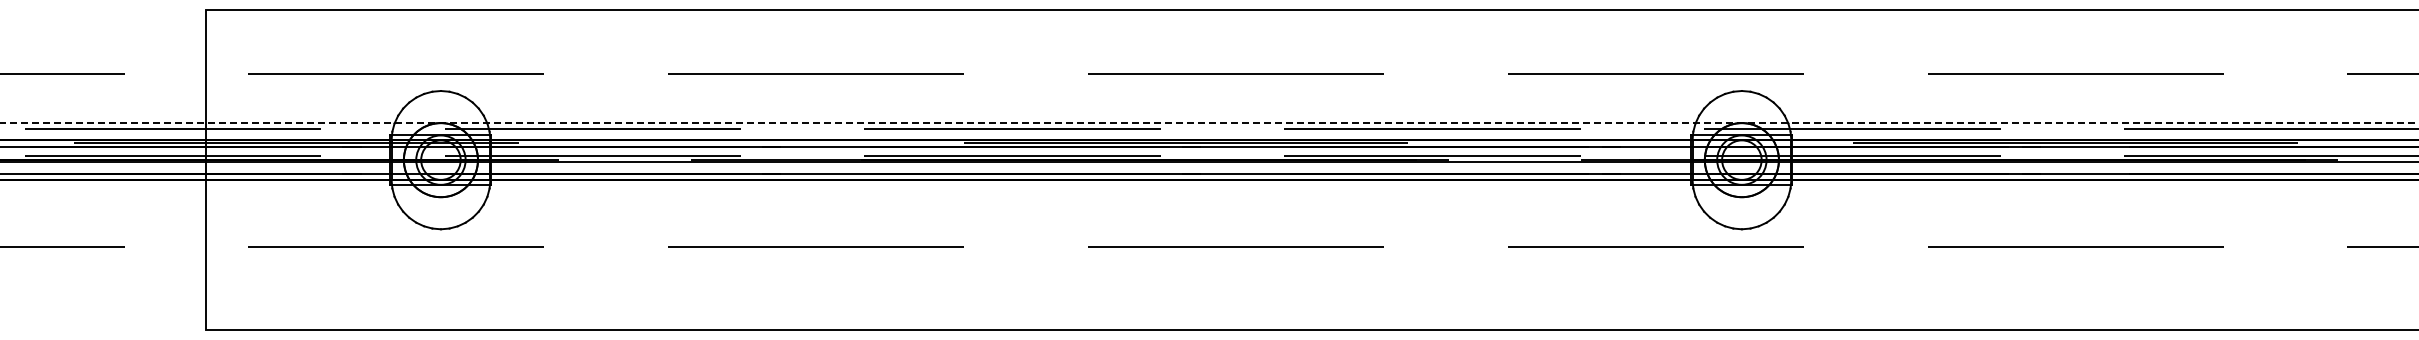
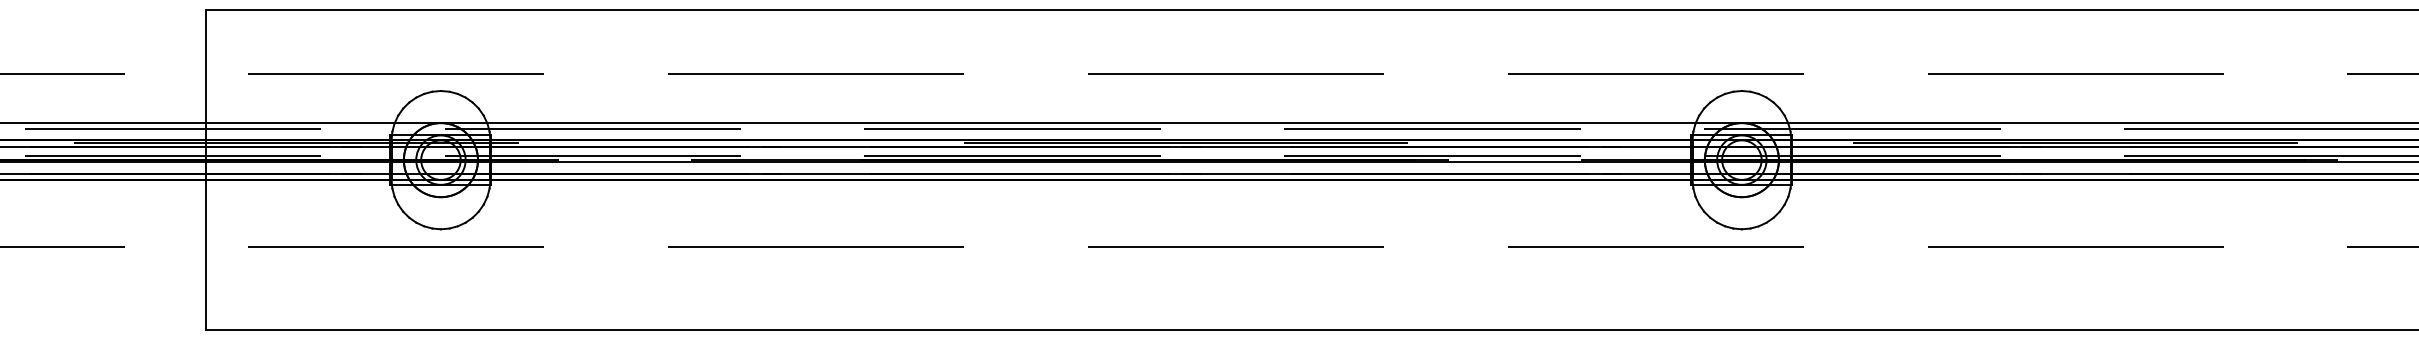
line at (1209, 122): dashed -> solid
